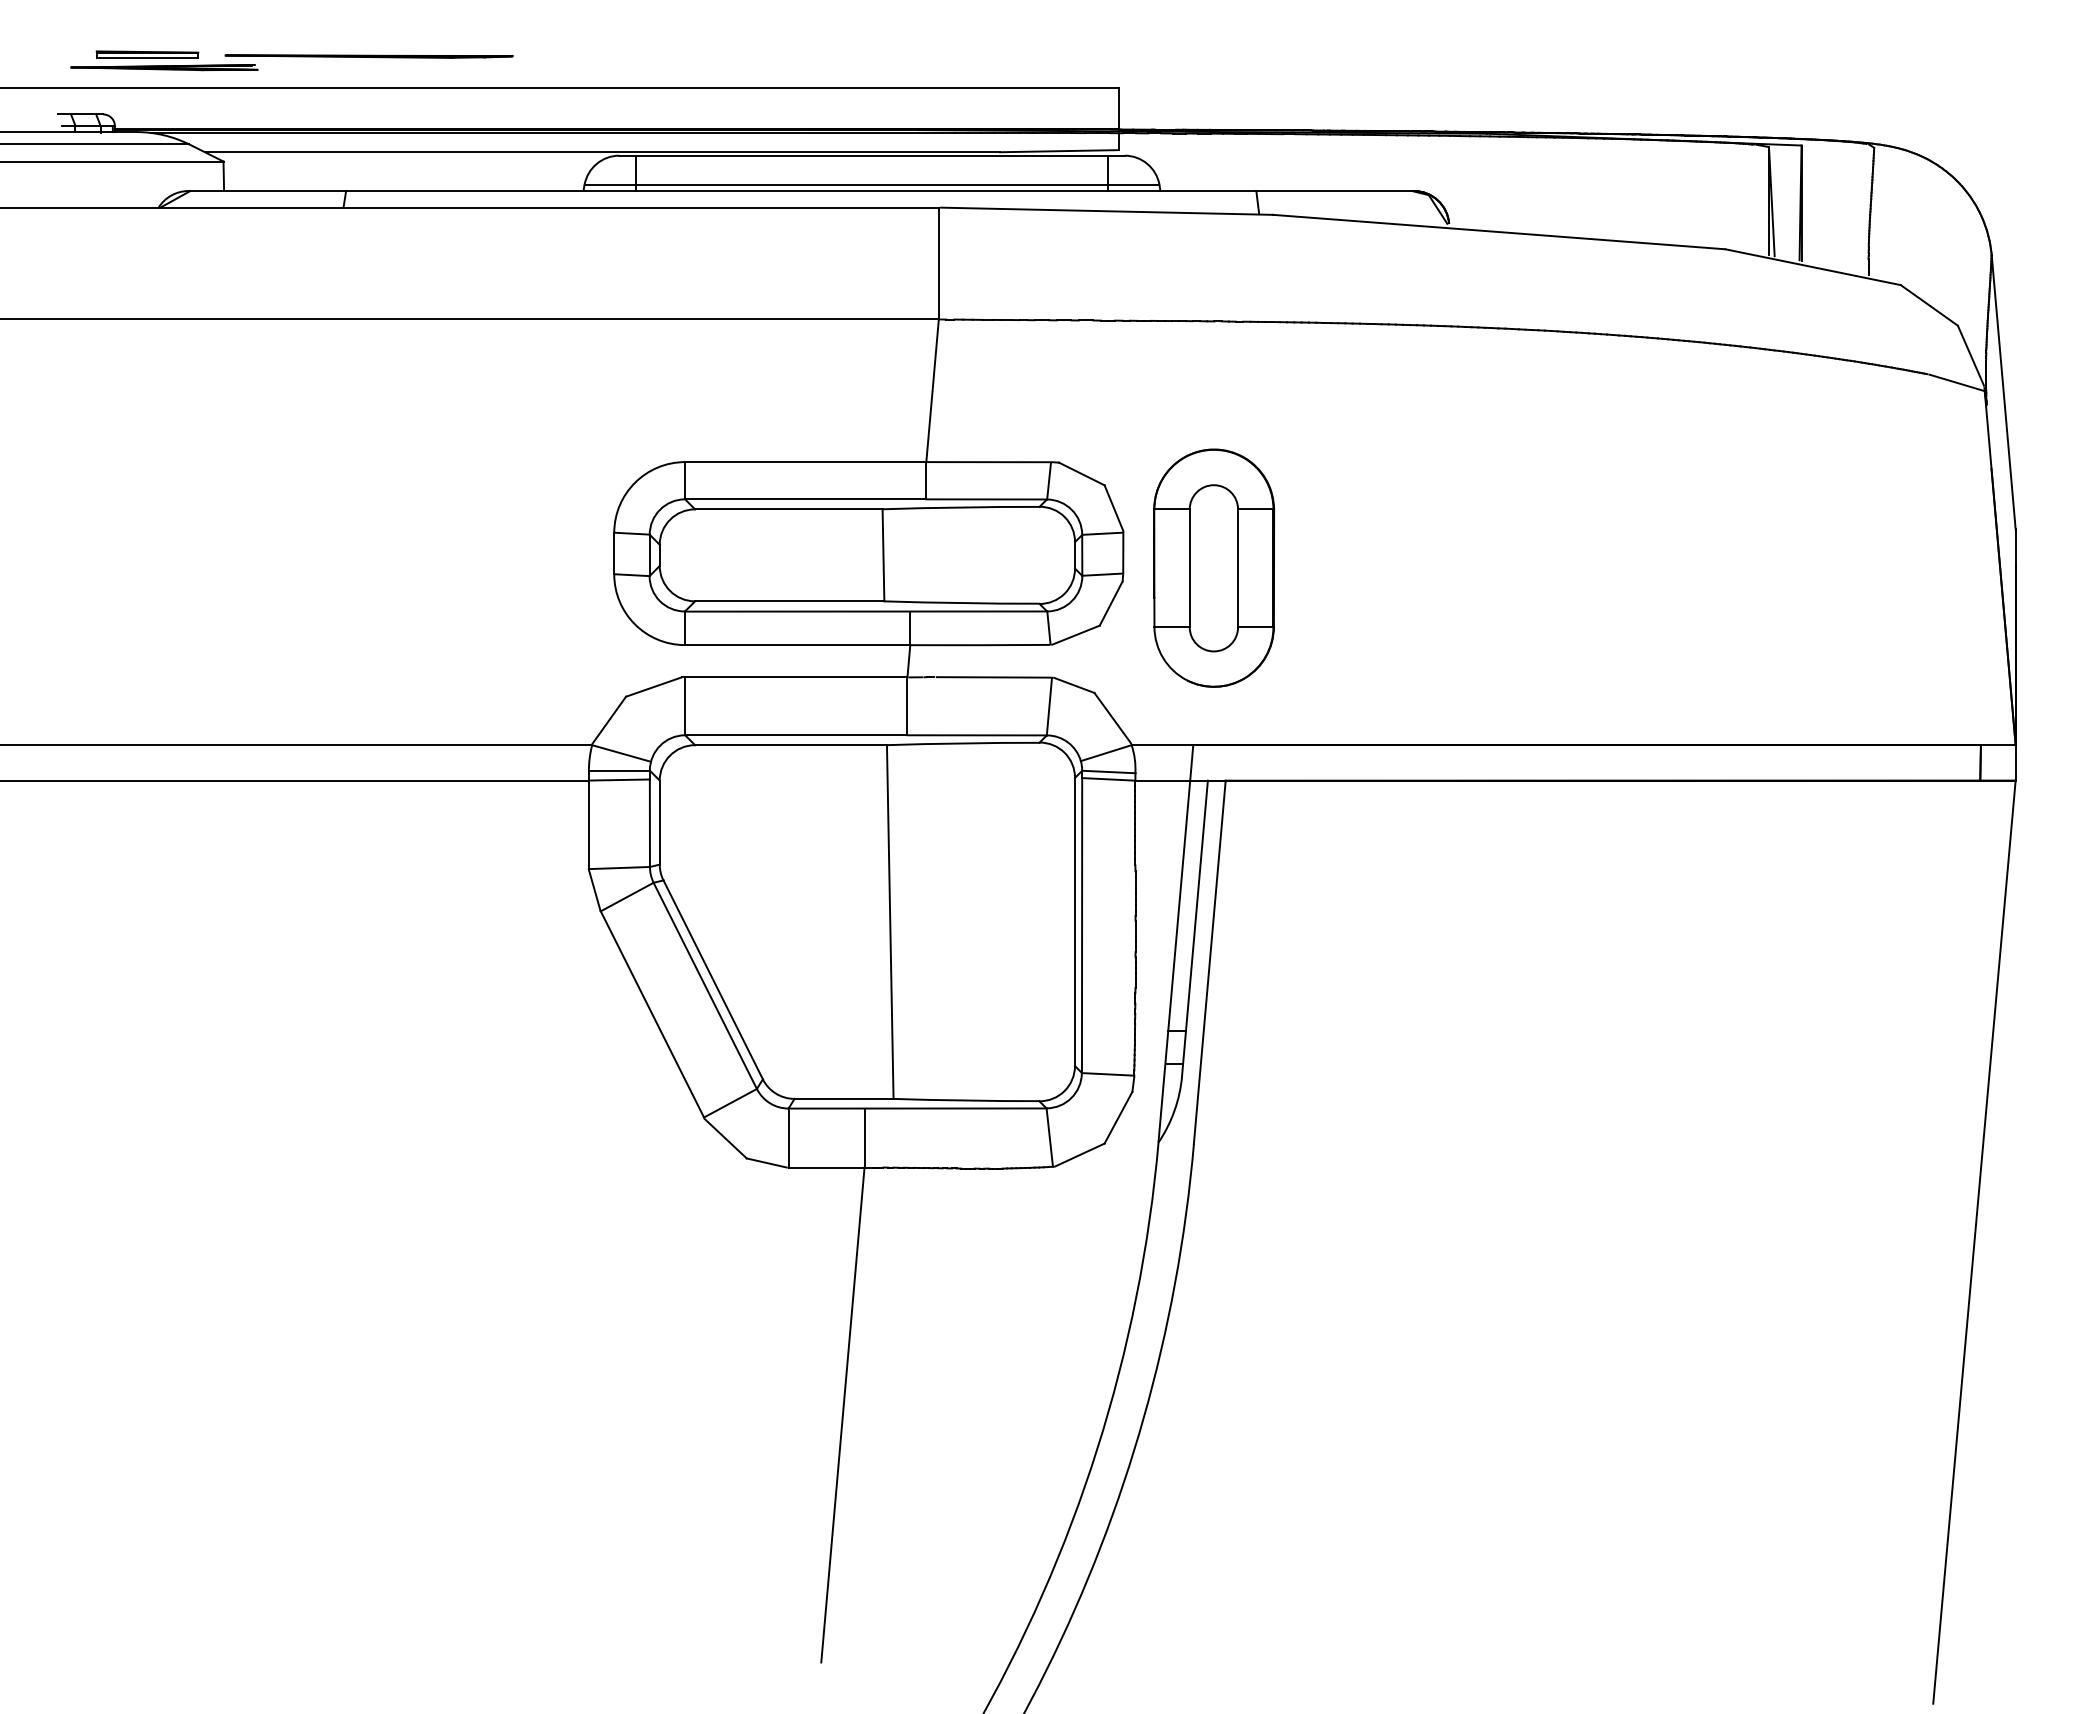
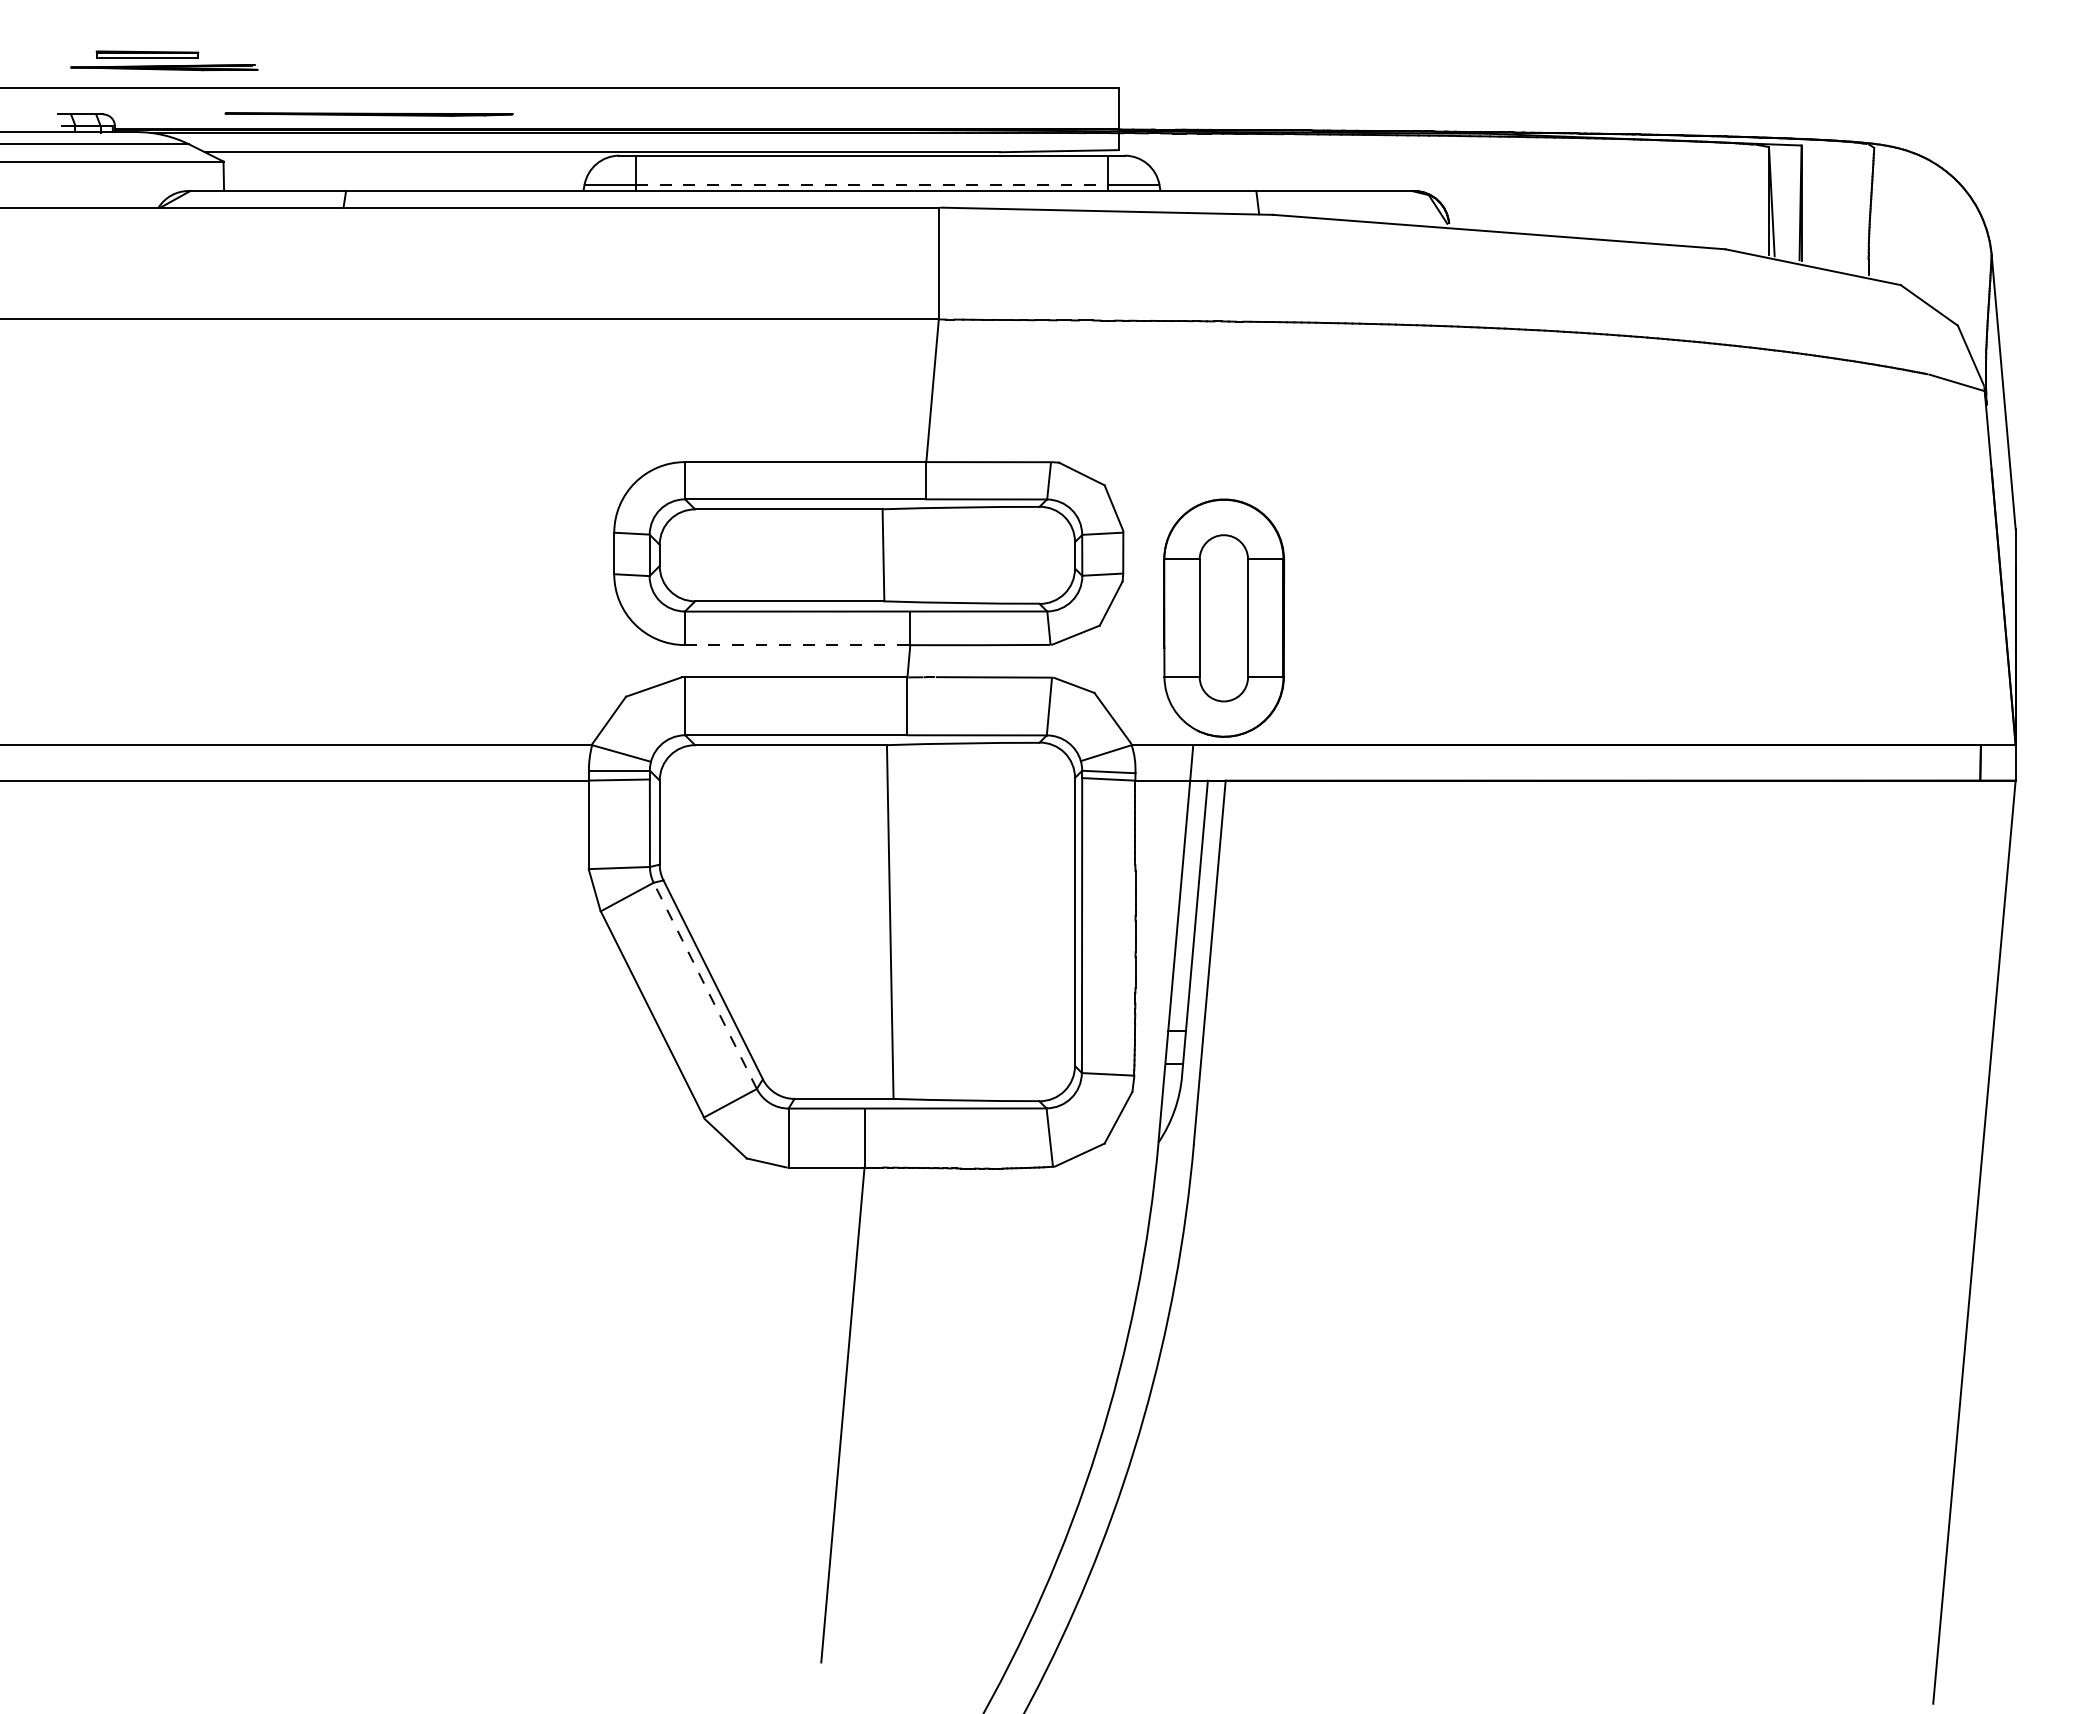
line at (368, 56) position: (368, 56) -> (368, 114)
line at (871, 184): solid -> dashed
part at (1214, 567) position: (1214, 567) -> (1224, 617)
line at (797, 645): solid -> dashed
line at (705, 985): solid -> dashed
